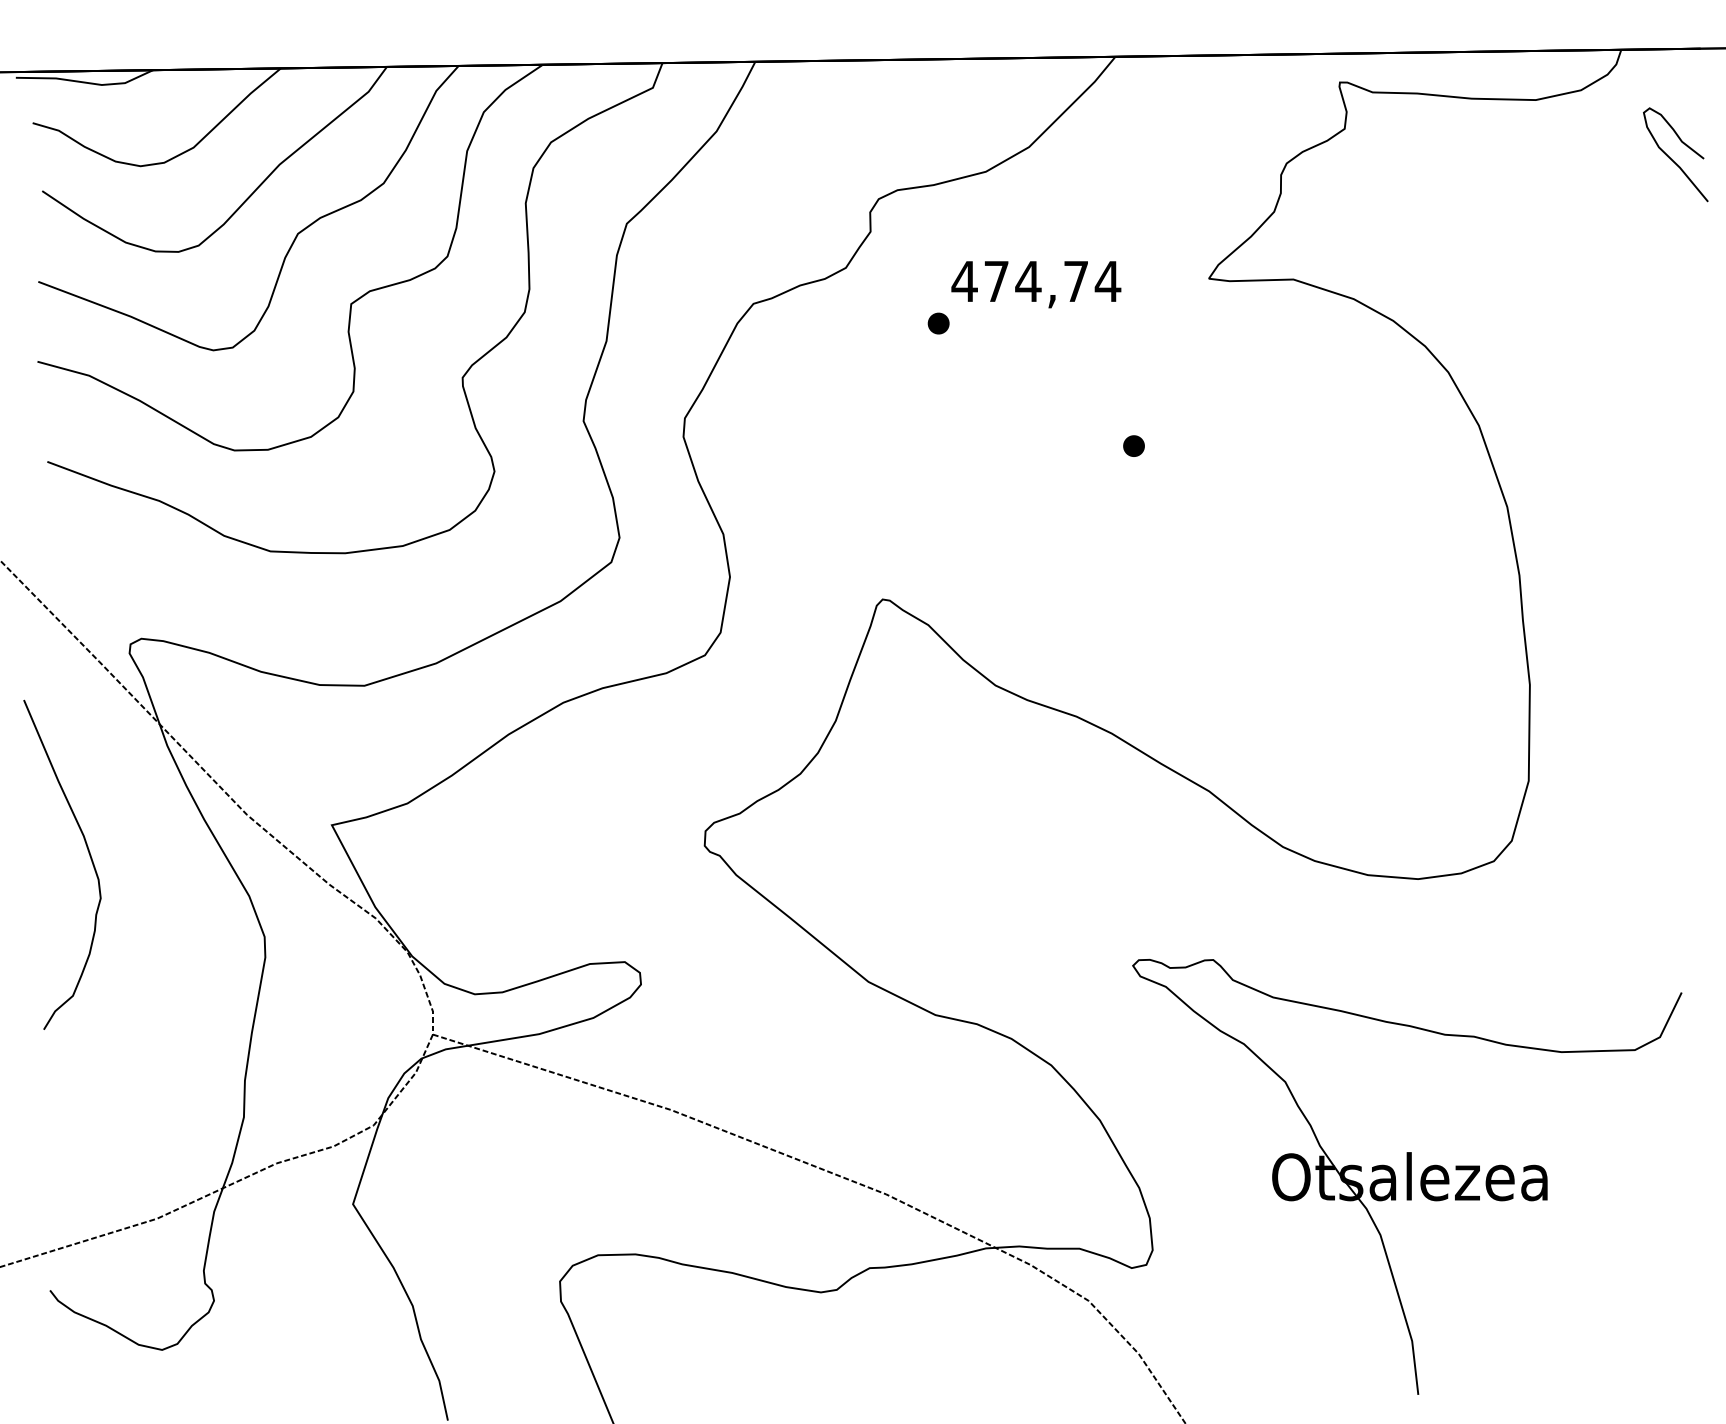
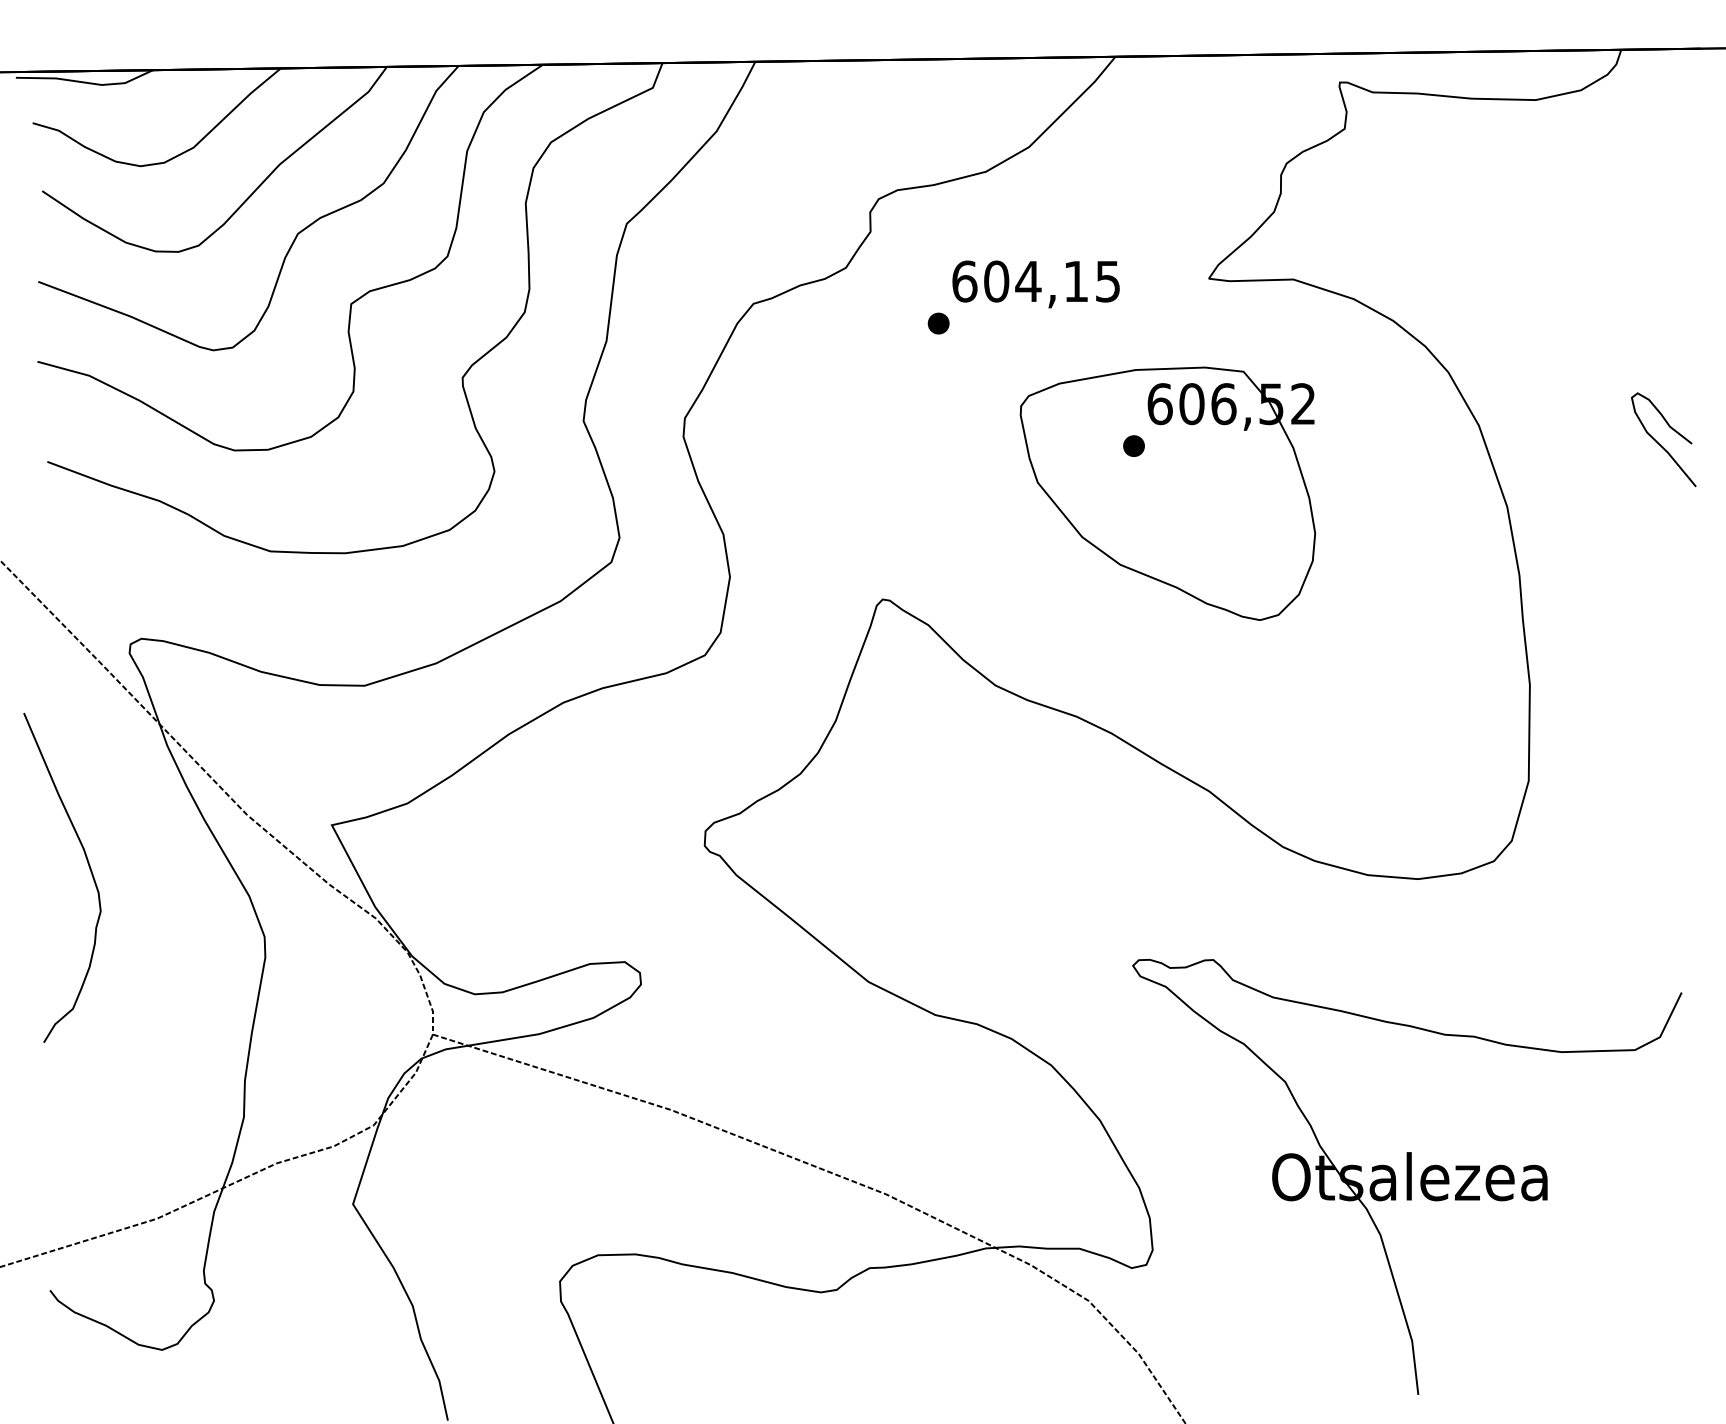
curve at (1671, 158) position: (1671, 158) -> (1659, 443)
text at (1036, 281): 474,74 -> 604,15
part at (1167, 493): none -> present
curve at (89, 856) position: (89, 856) -> (89, 869)
